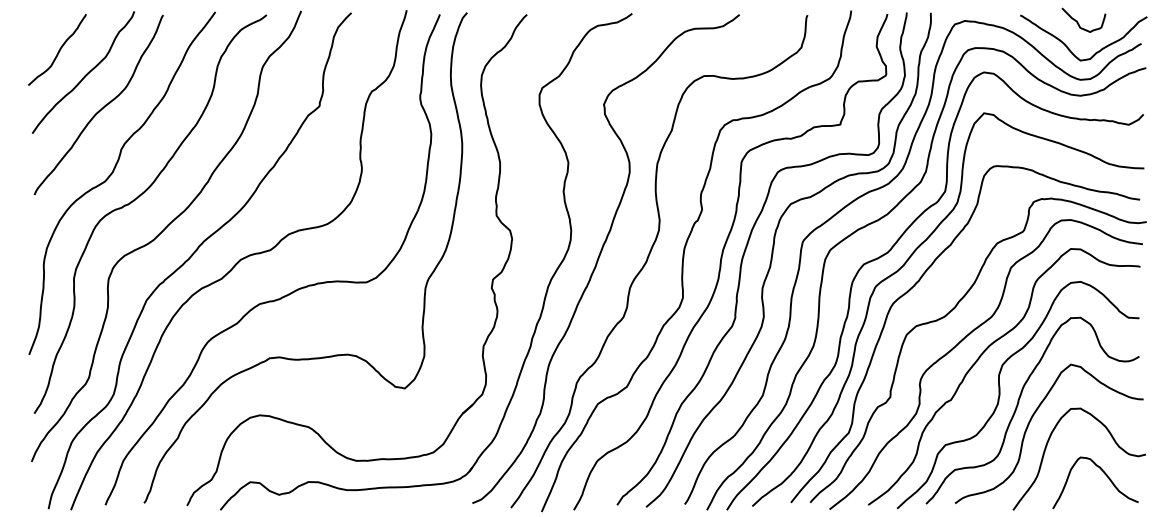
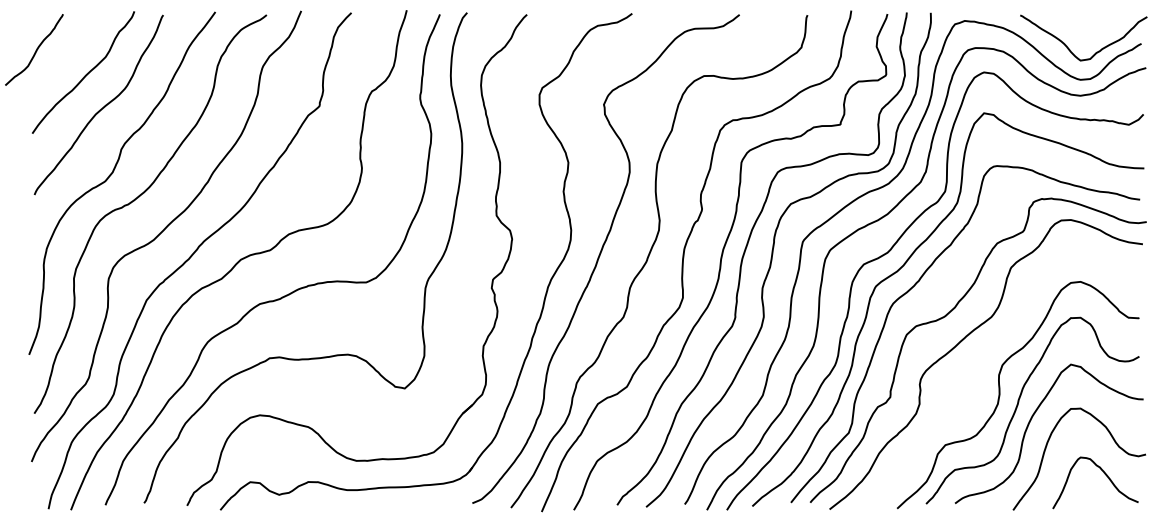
curve at (1078, 22): present -> none
curve at (58, 50) position: (58, 50) -> (35, 50)
curve at (979, 359): present -> none
